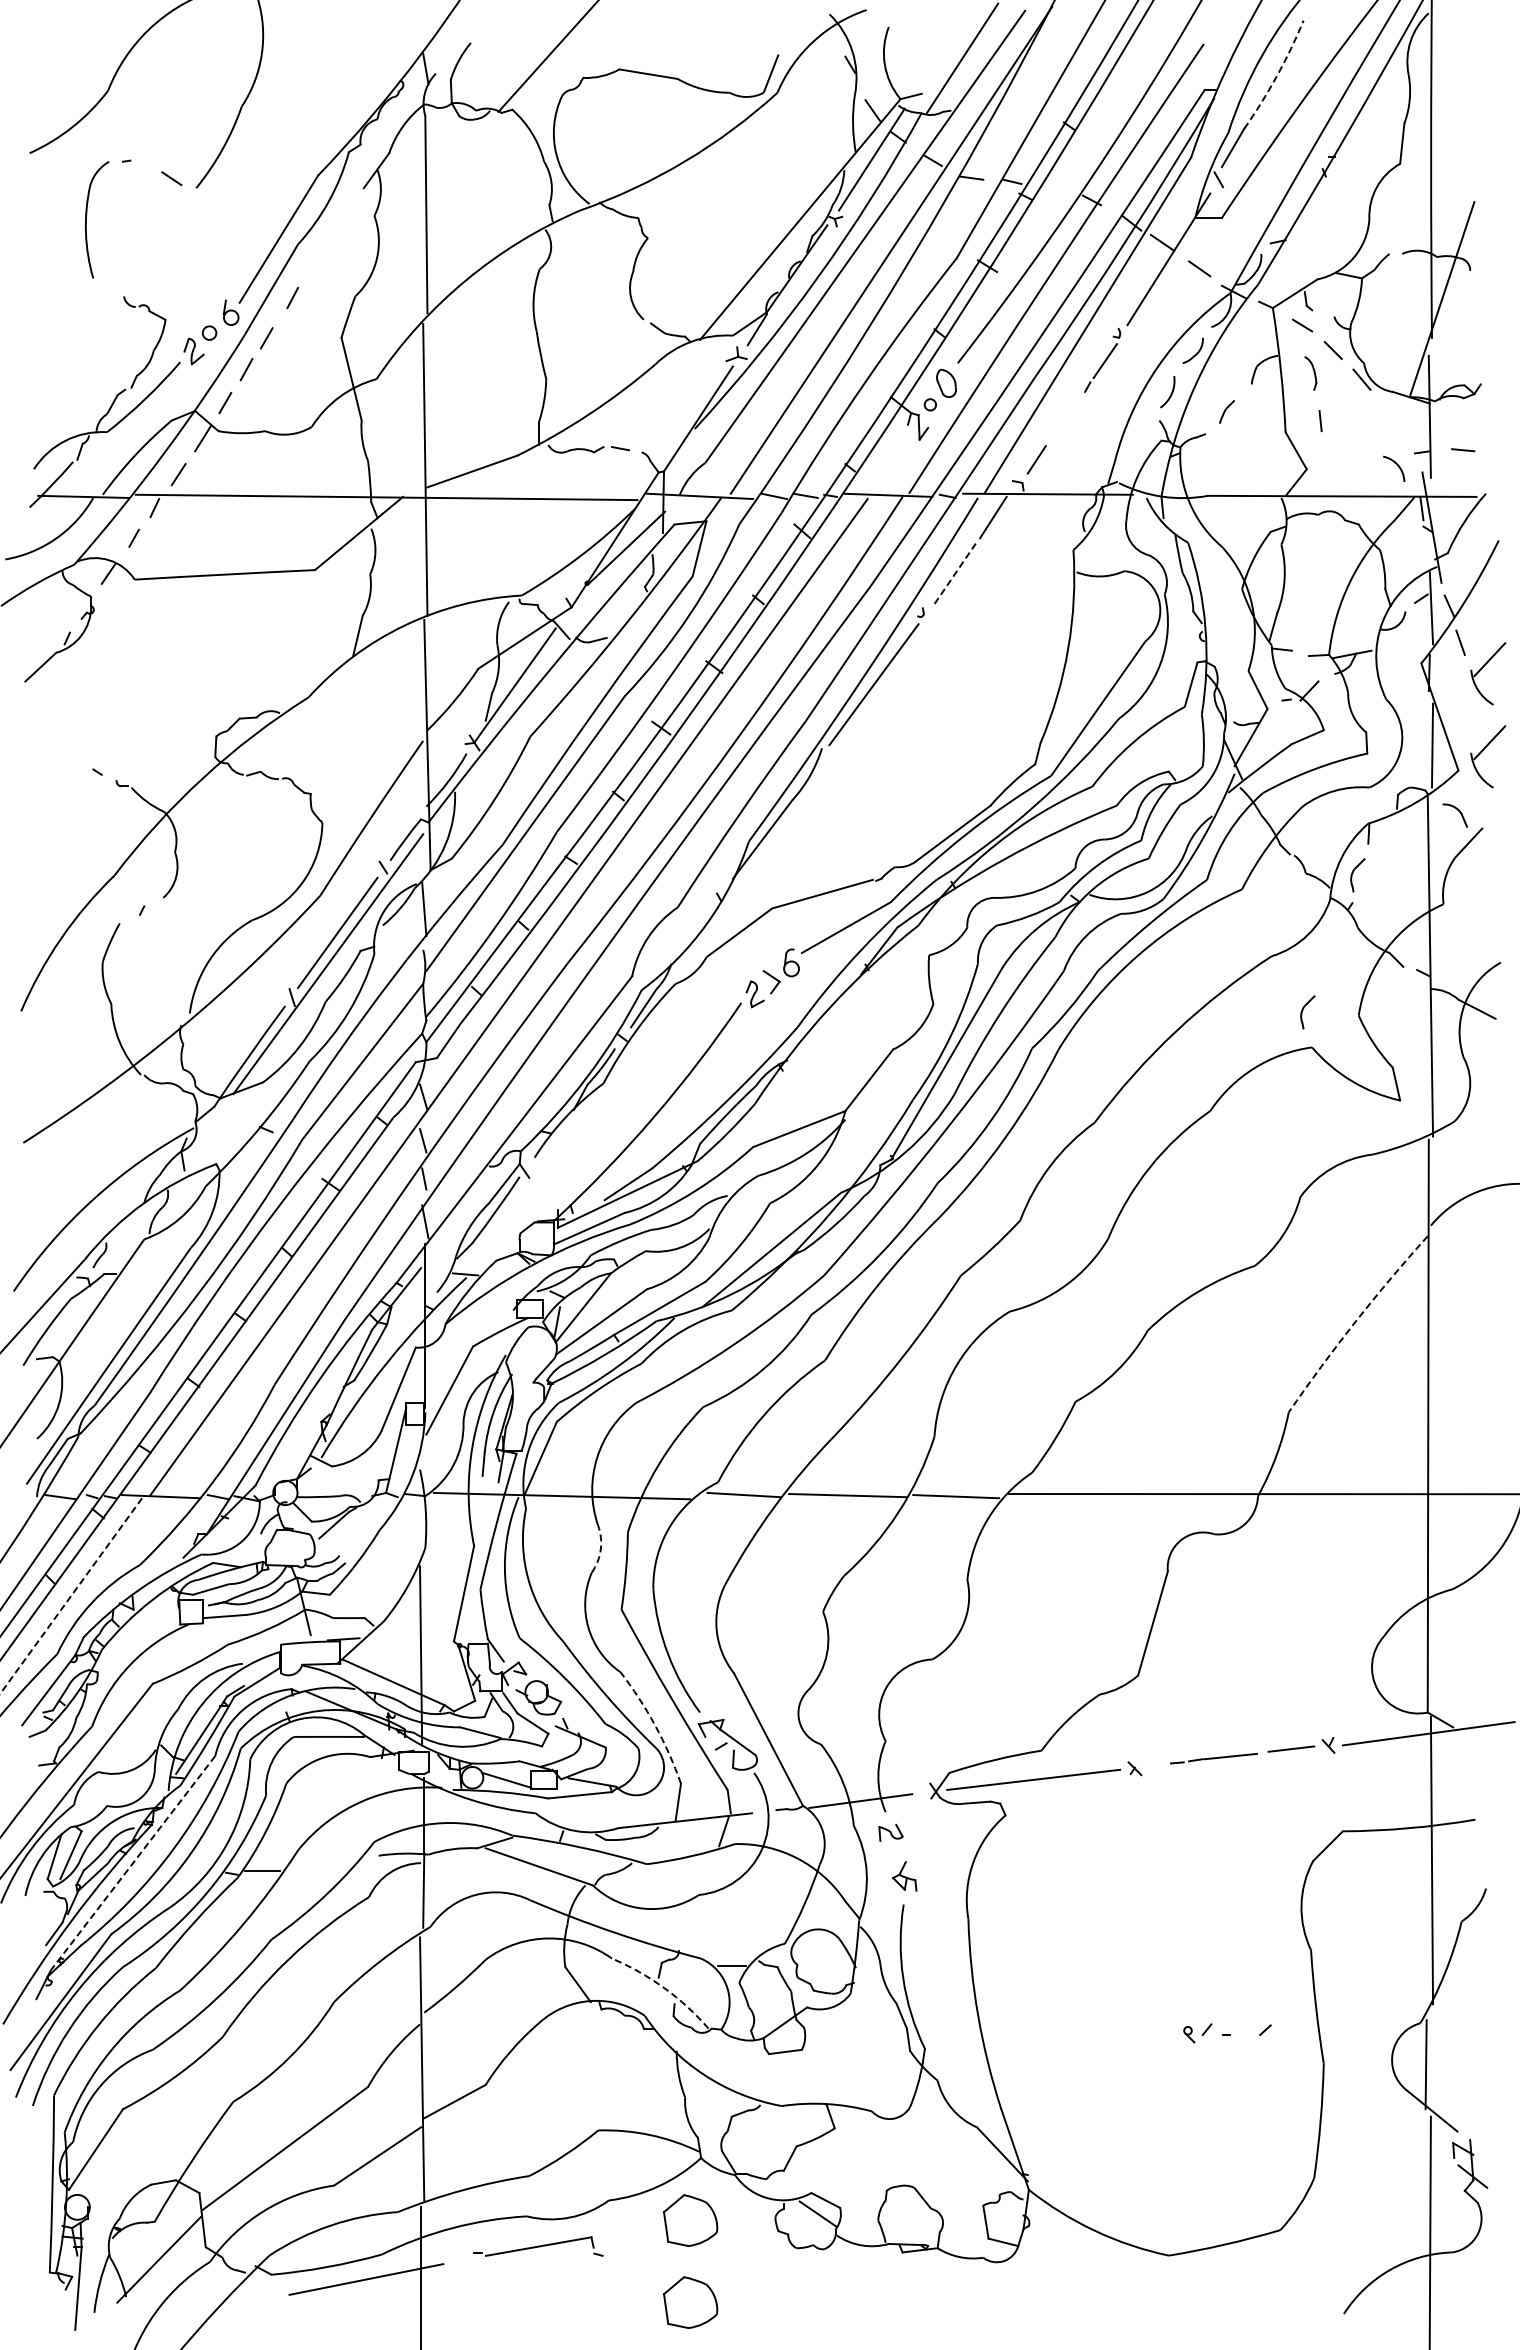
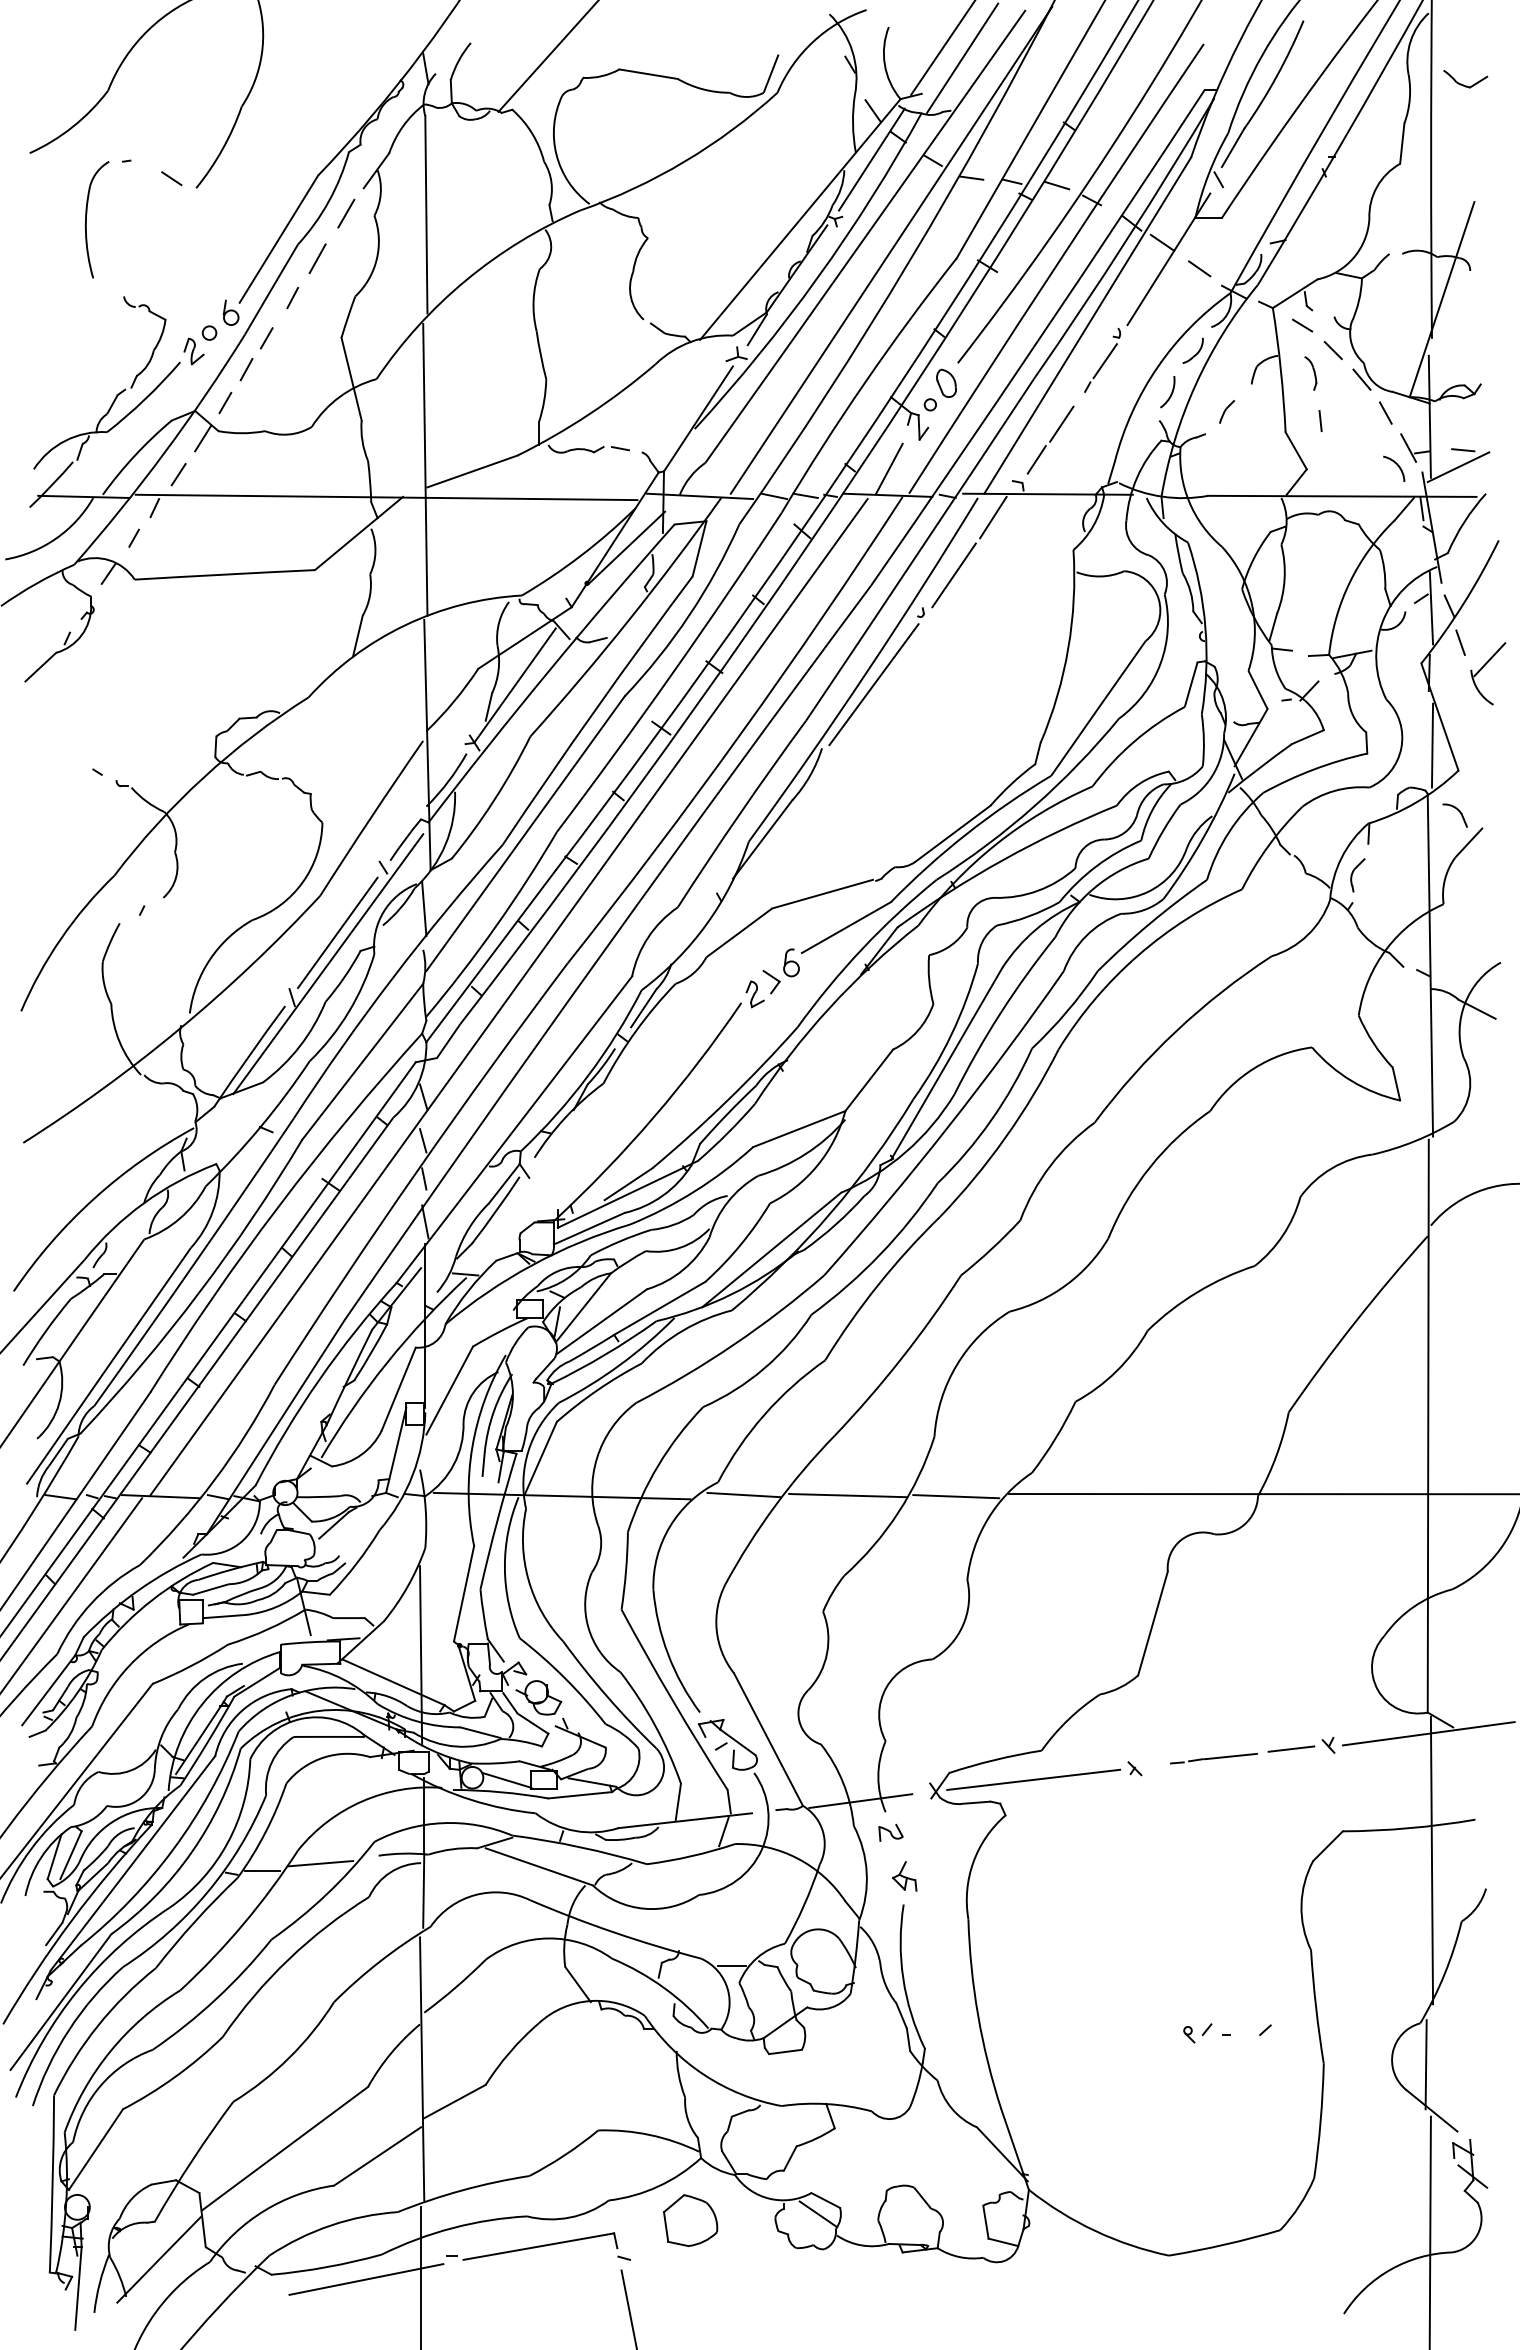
line at (942, 48): none -> present
arc at (1276, 76): dashed -> solid
part at (1465, 79): none -> present
line at (1056, 185): none -> present
line at (346, 213): none -> present
line at (317, 258): none -> present
line at (1385, 412): none -> present
line at (1061, 423): none -> present
line at (1408, 447): none -> present
line at (1458, 467): none -> present
line at (889, 468): none -> present
line at (954, 575): dashed -> solid
part at (1481, 753): present -> none
part at (1307, 1012): present -> none
arc at (1355, 1322): dashed -> solid
arc at (600, 1549): dashed -> solid
line at (71, 1596): dashed -> solid
arc at (655, 1725): dashed -> solid
line at (132, 1863): dashed -> solid
line at (320, 1863): none -> present
arc at (664, 1988): dashed -> solid
part at (538, 2246) size: 131x21 px -> 185x29 px
part at (690, 2302): present -> none
line at (628, 2308): none -> present
